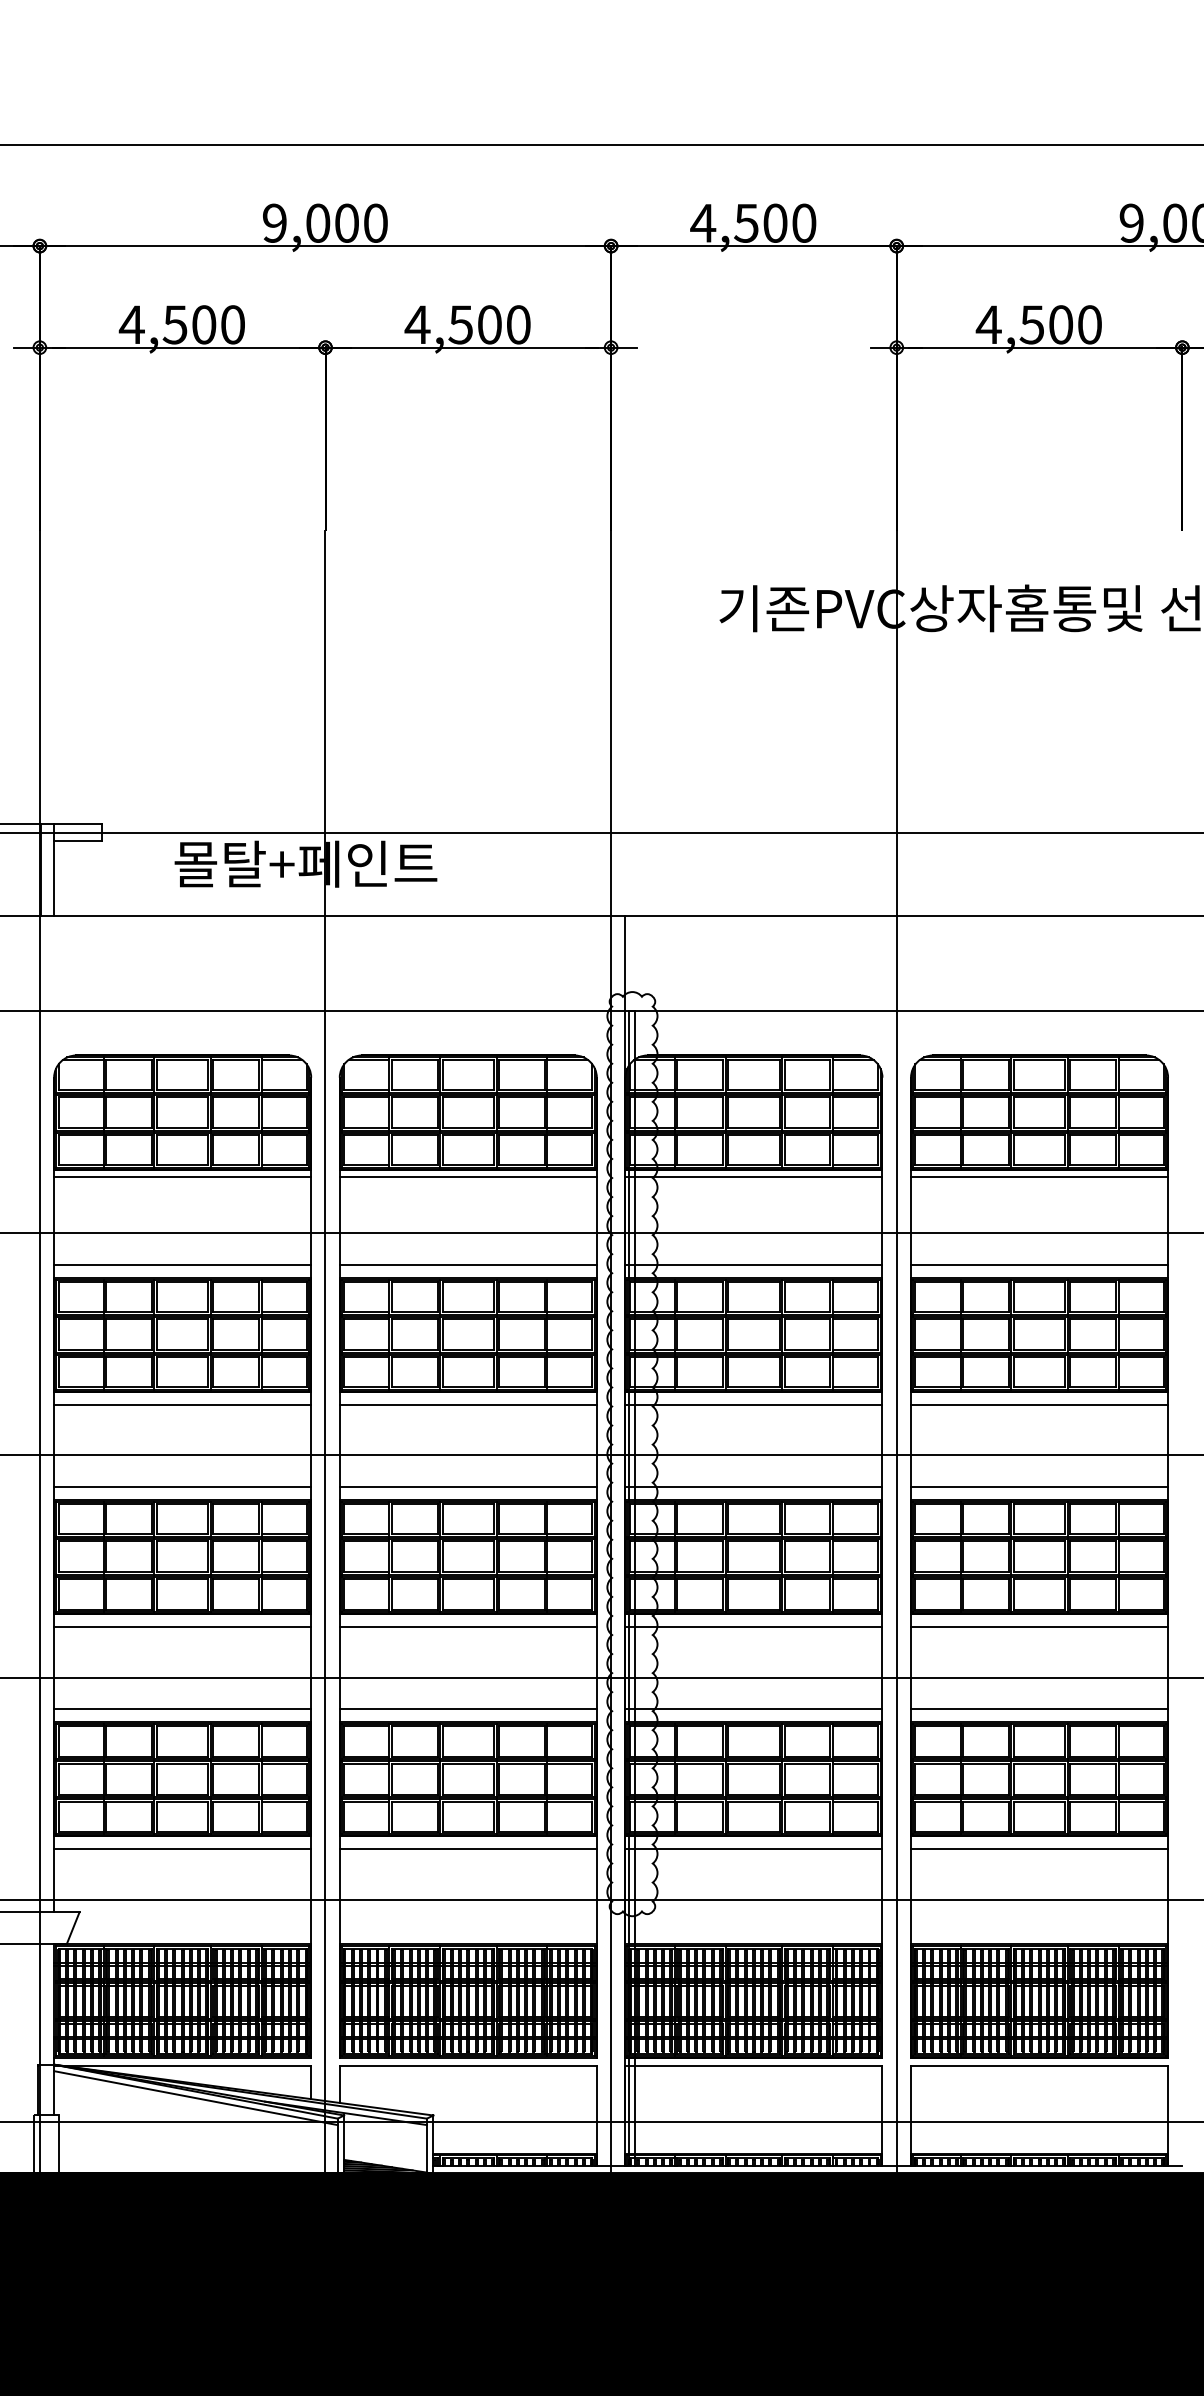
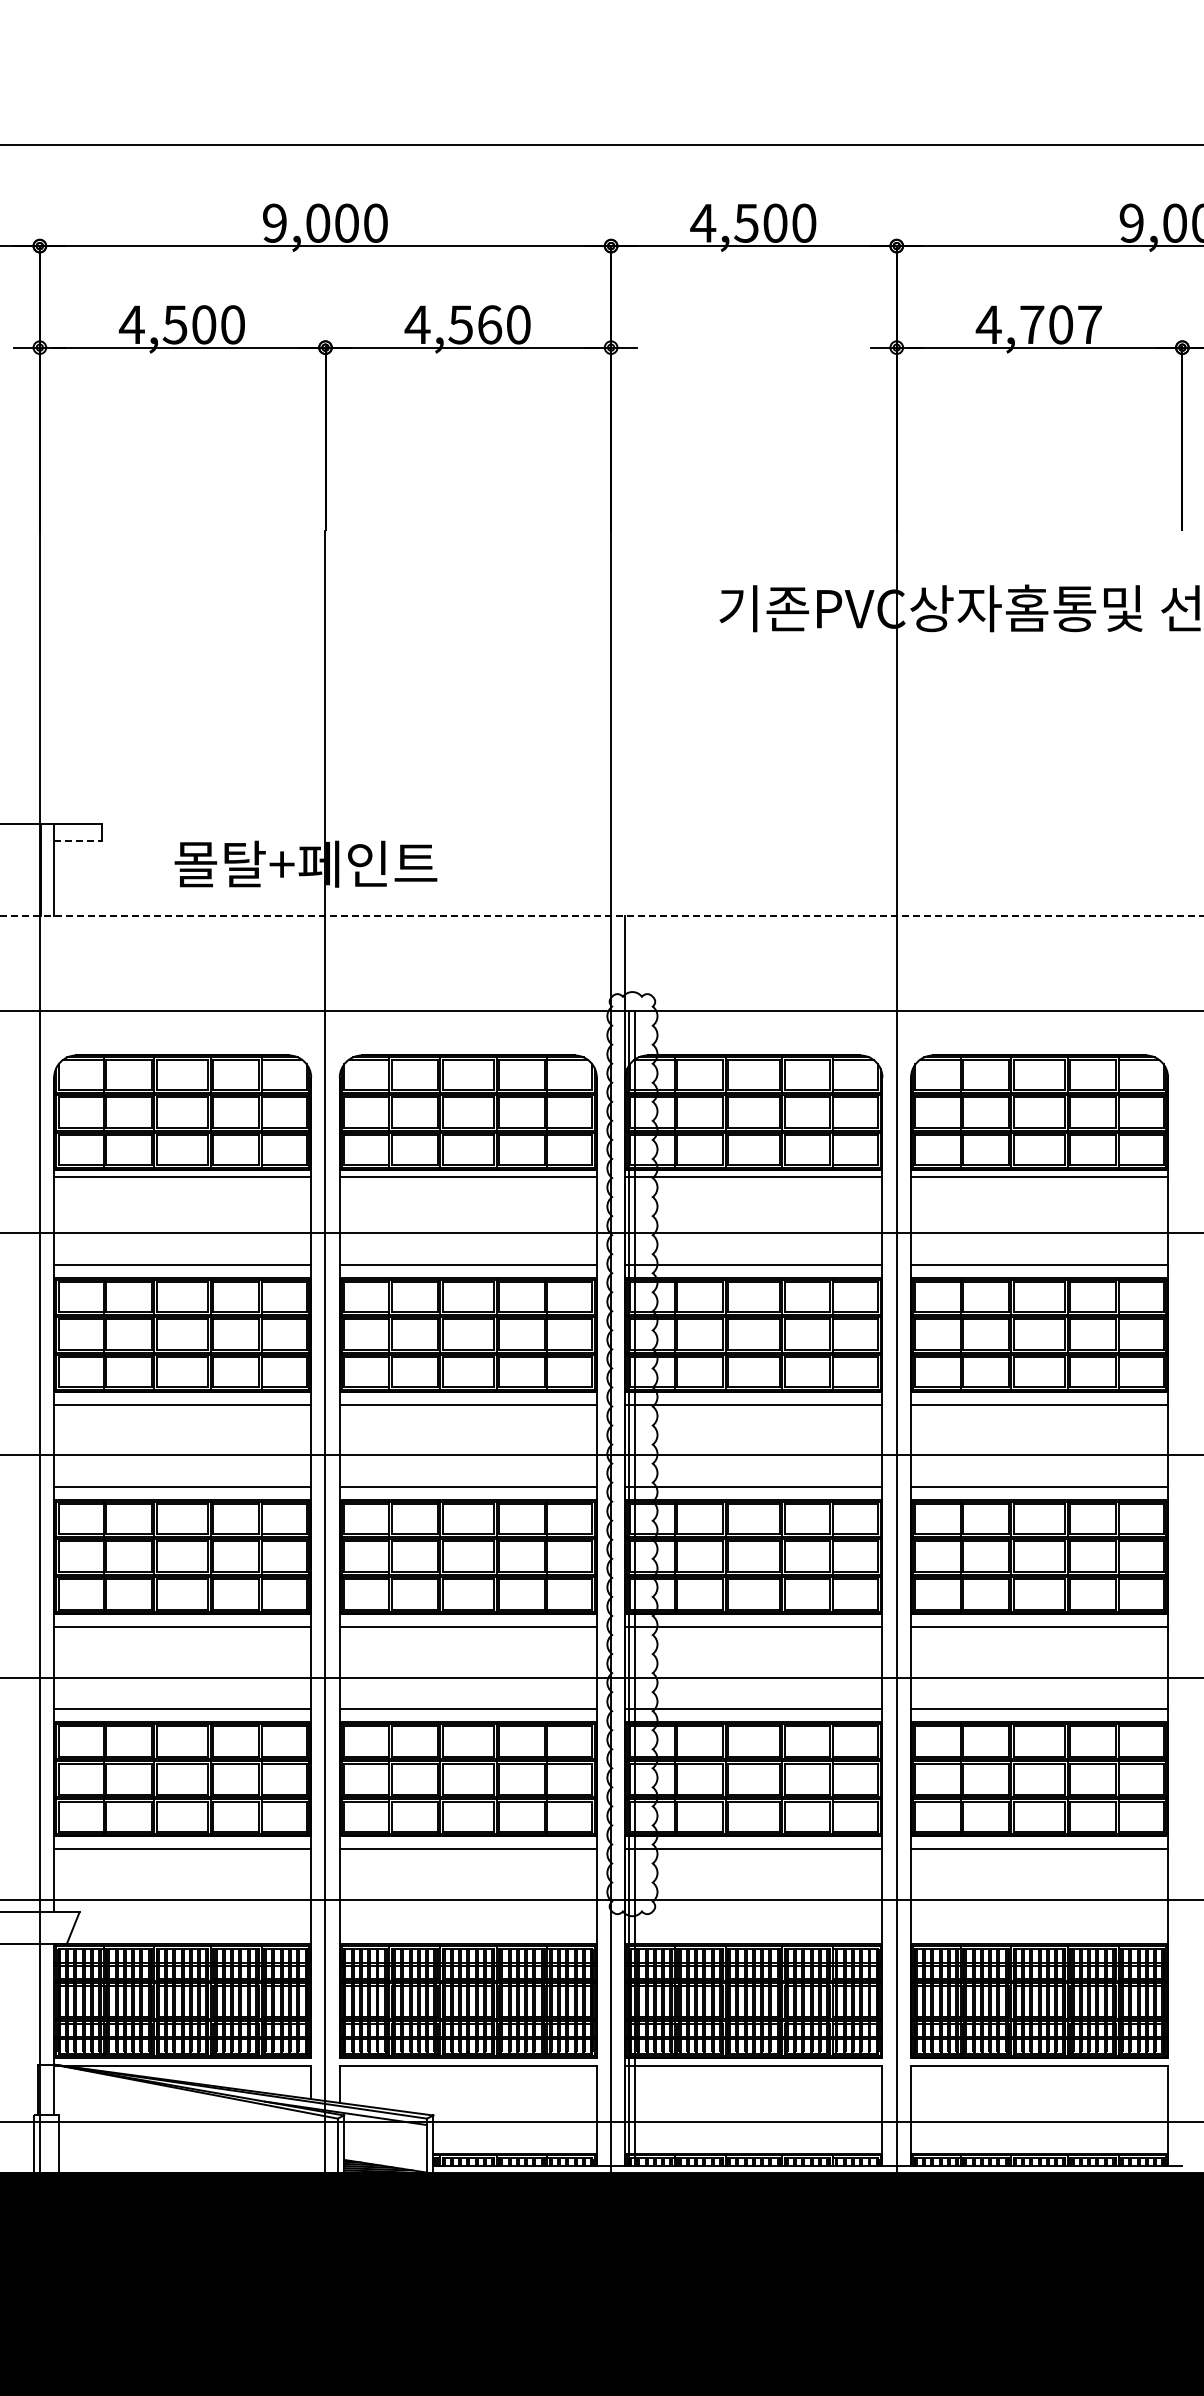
text at (490, 324): 4,500 -> 4,560
text at (1060, 324): 4,500 -> 4,707
line at (601, 833): present -> none
line at (77, 840): solid -> dashed
line at (602, 915): solid -> dashed
line at (195, 2098): present -> none
